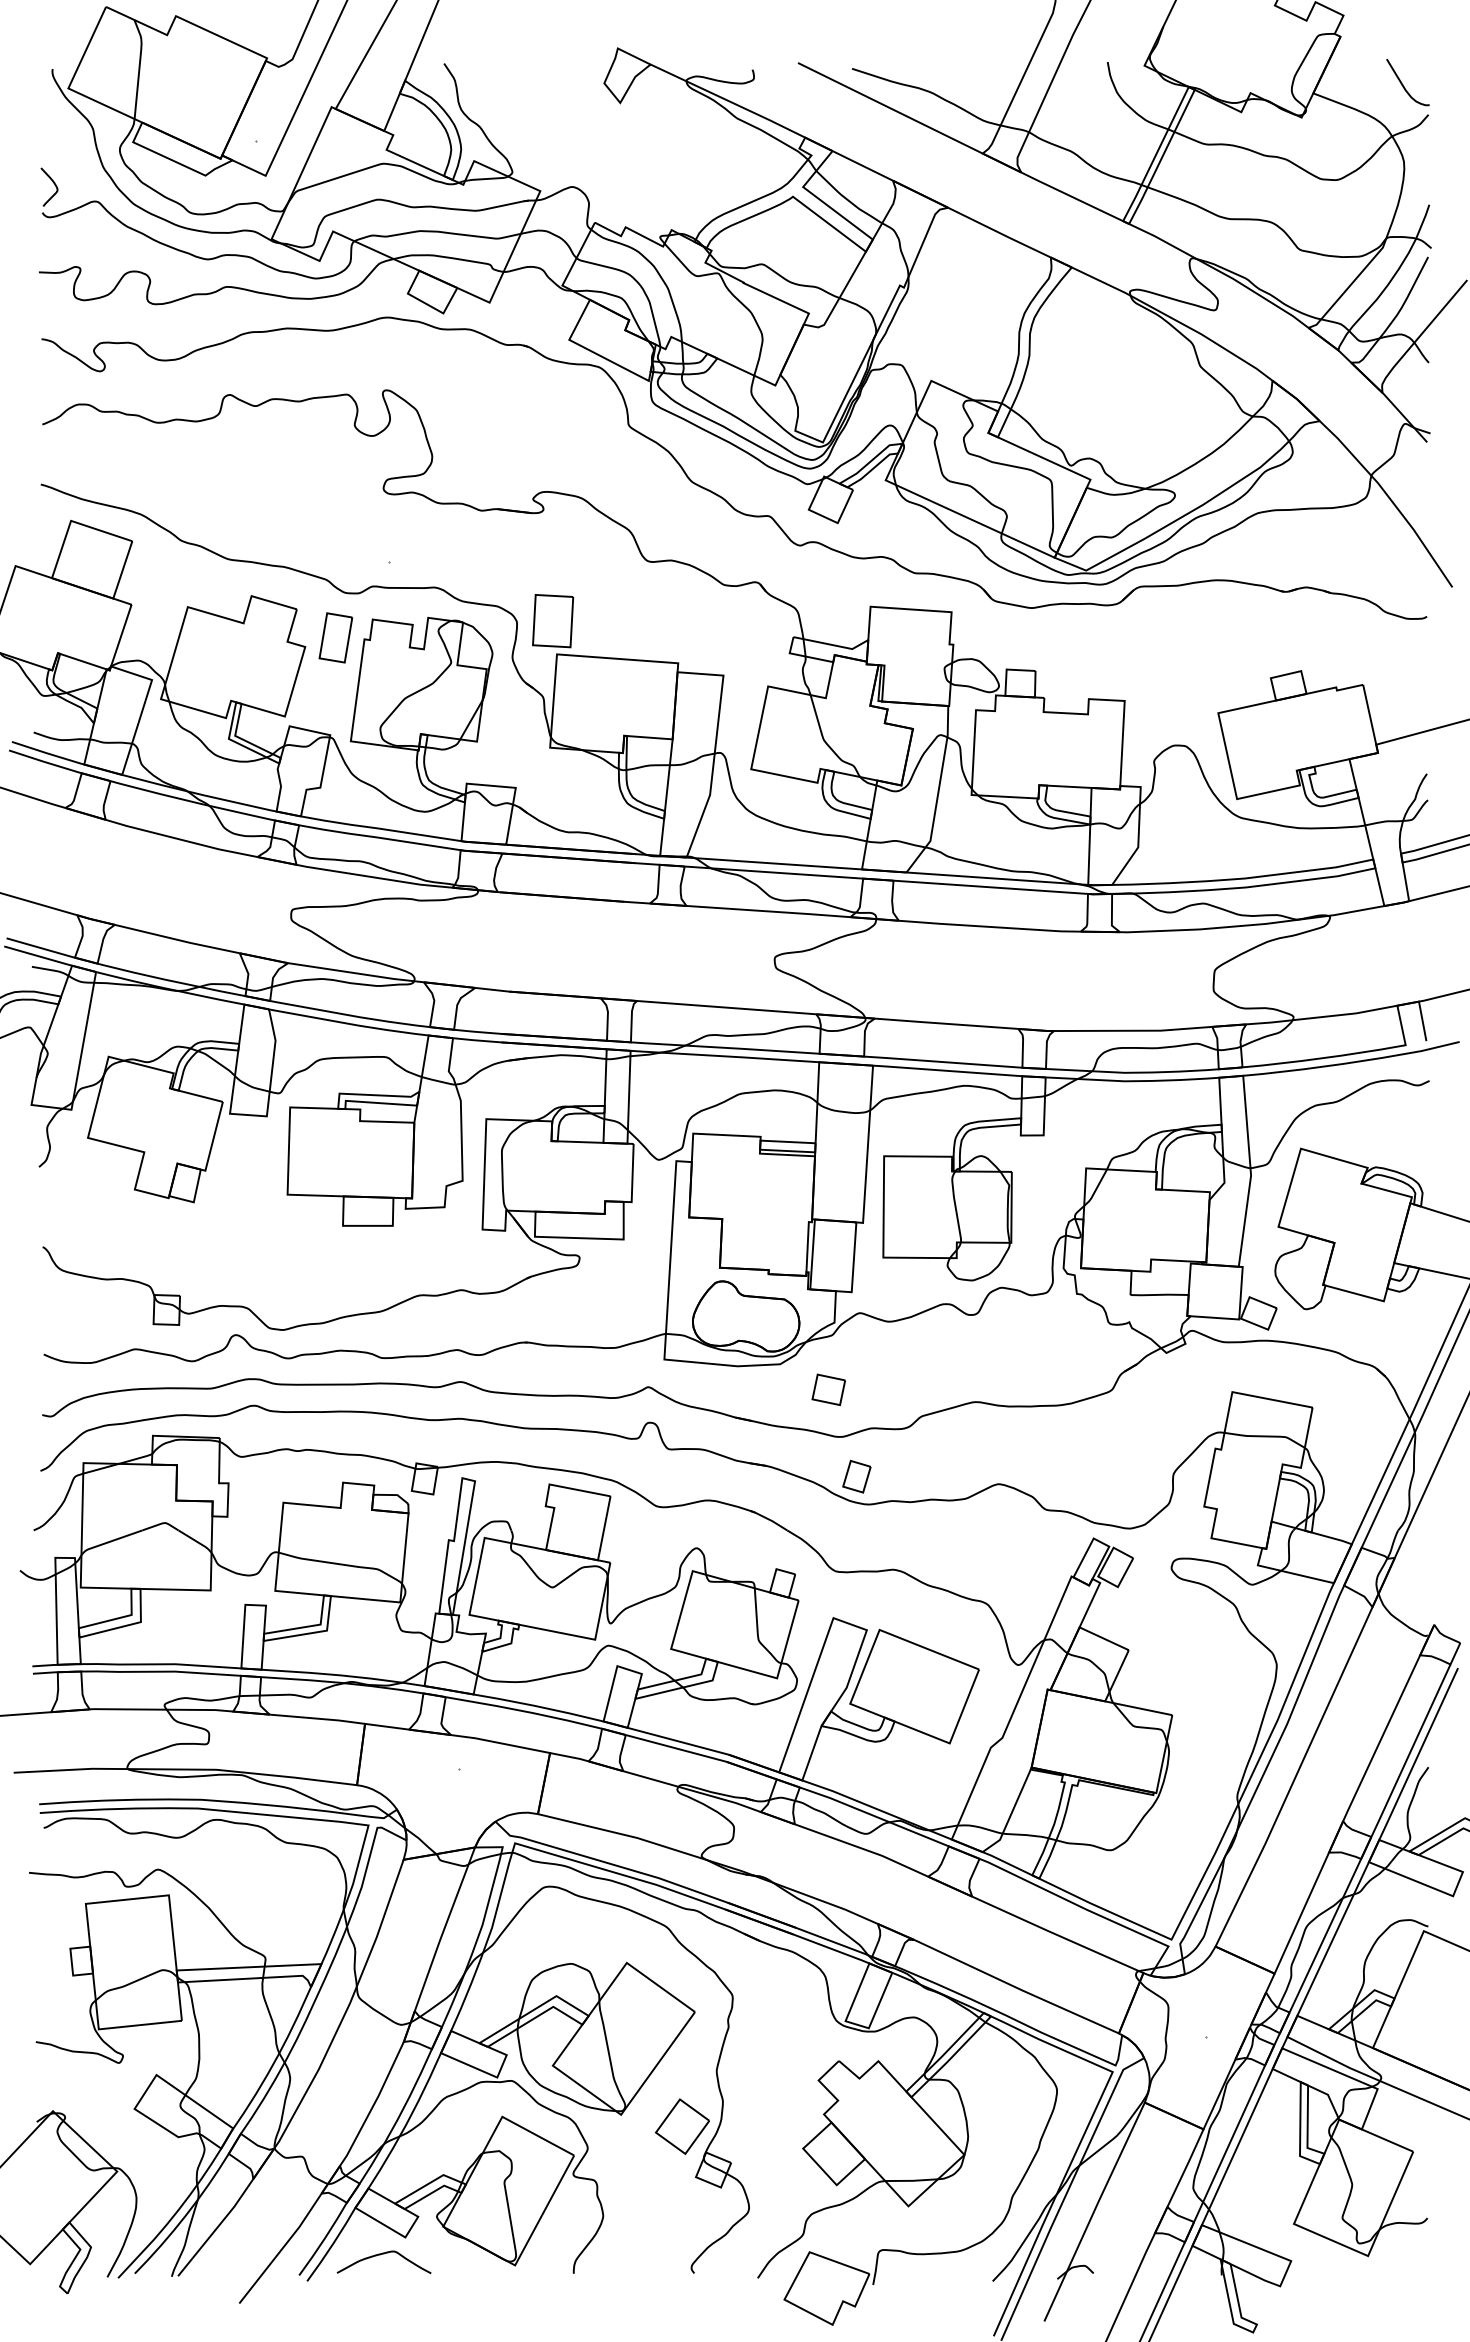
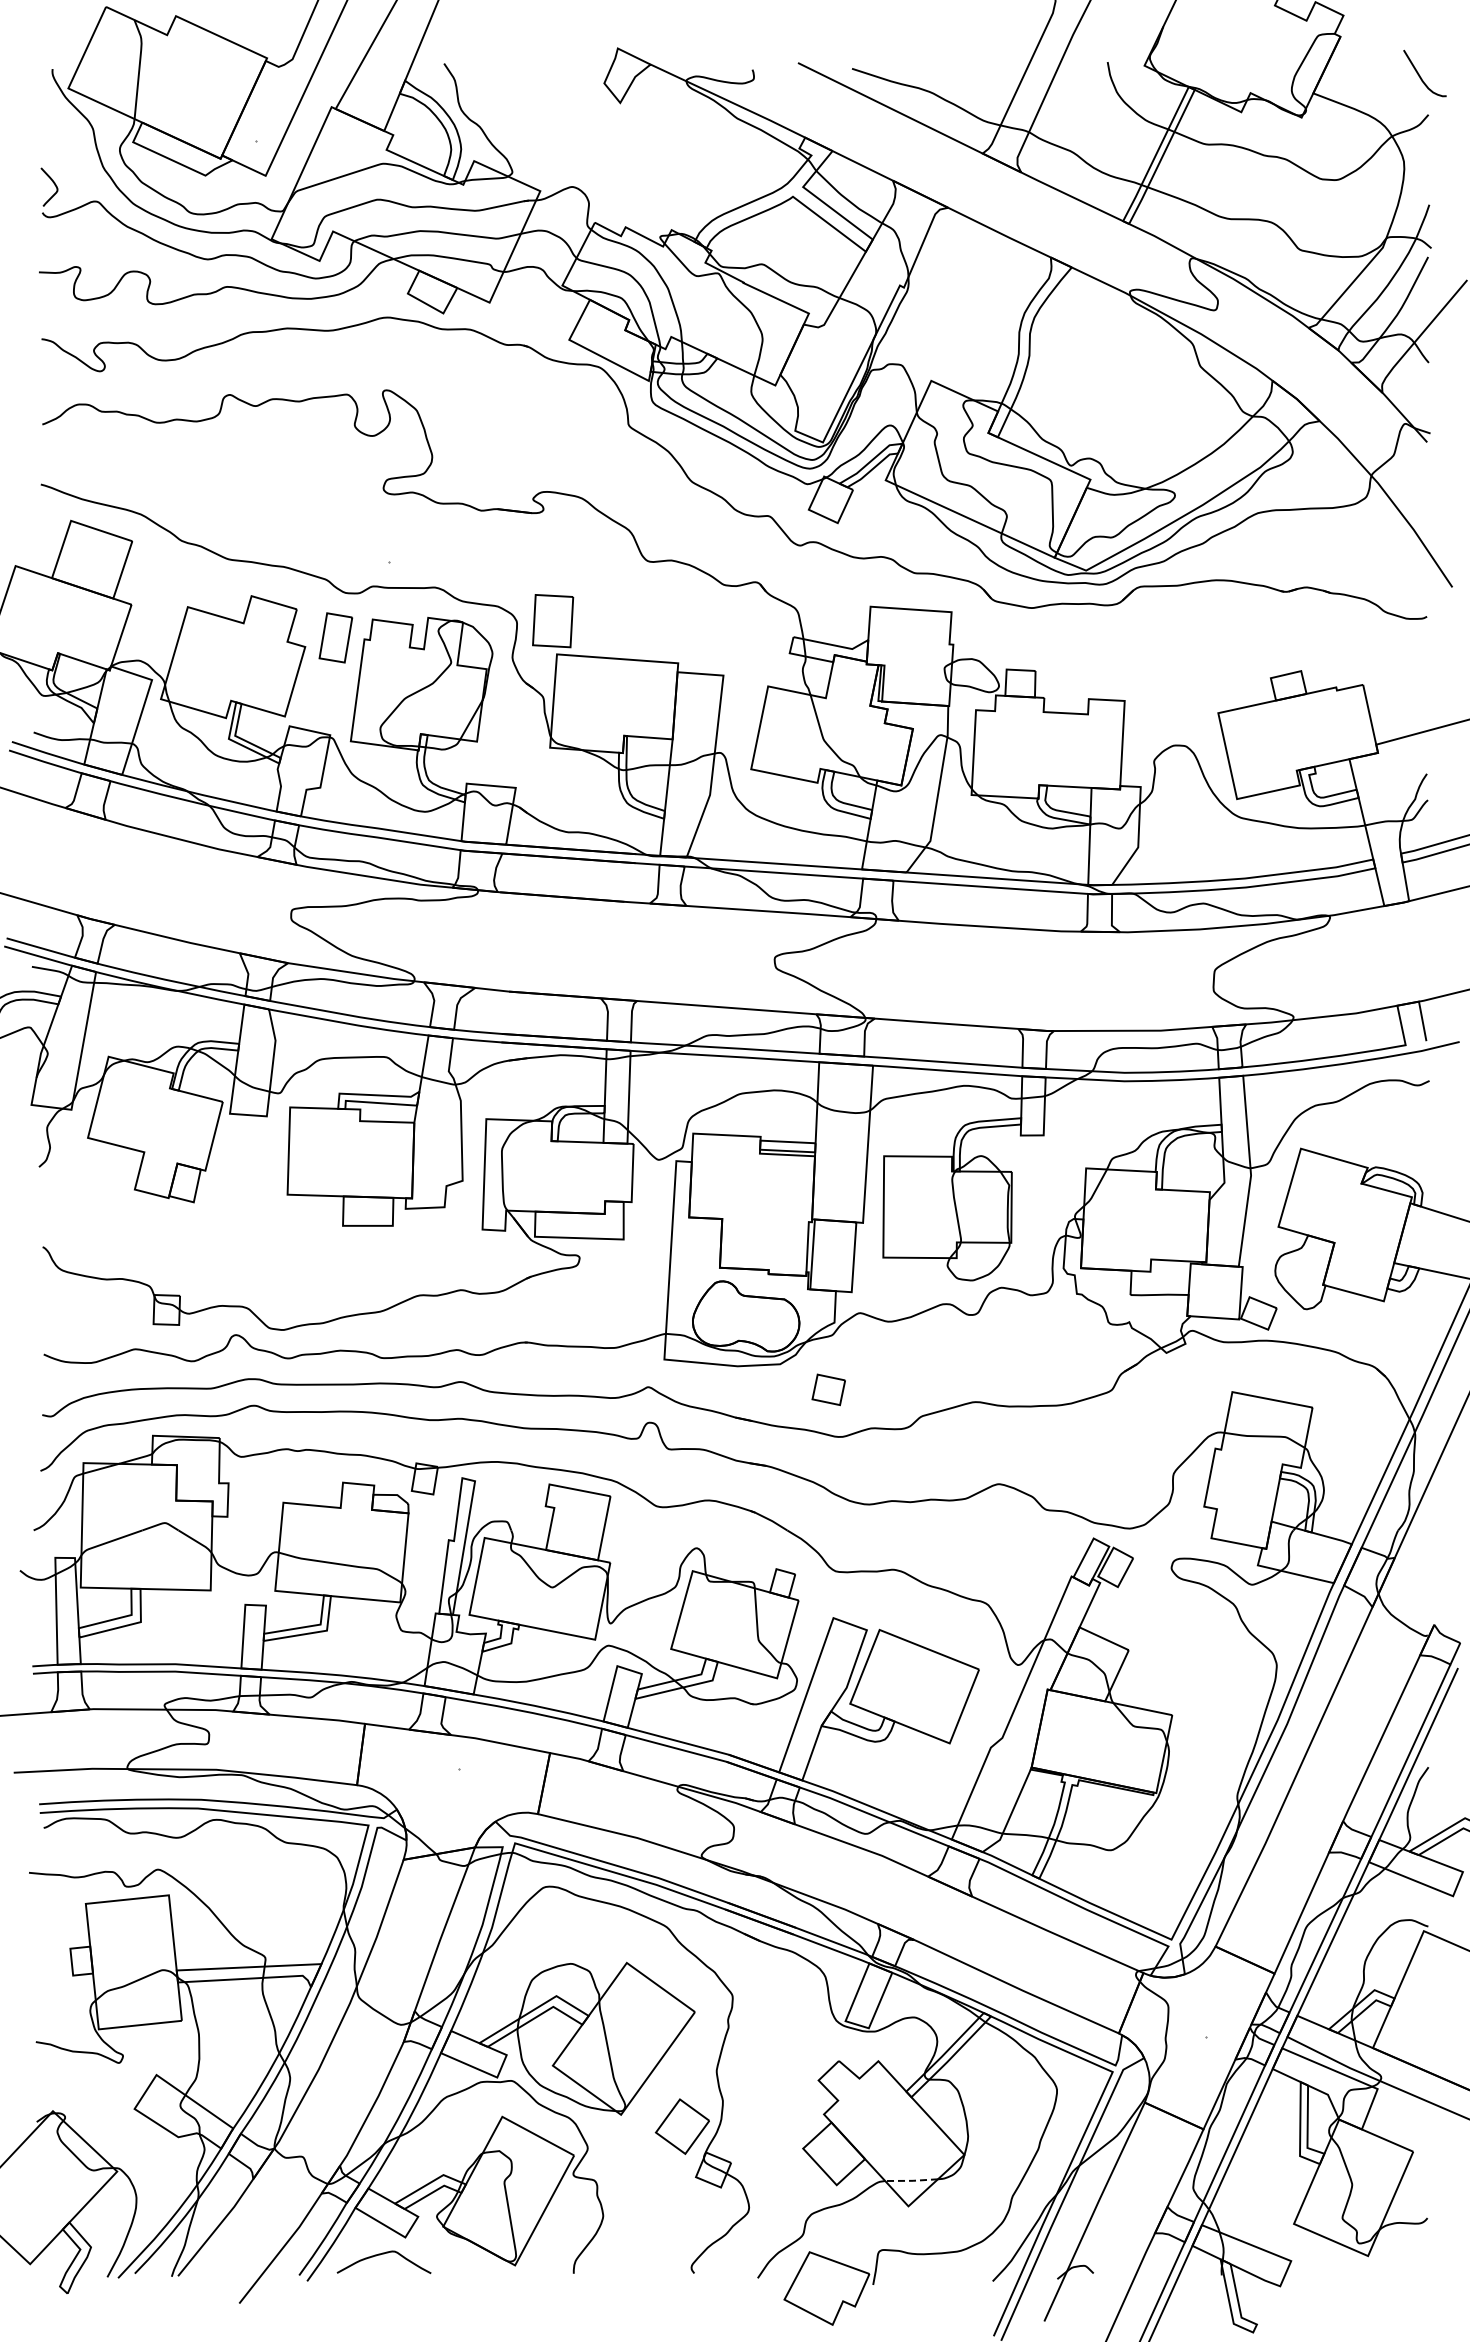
curve at (1403, 84) position: (1403, 84) -> (1420, 75)
part at (856, 1476): present -> none
line at (912, 2180): solid -> dashed
